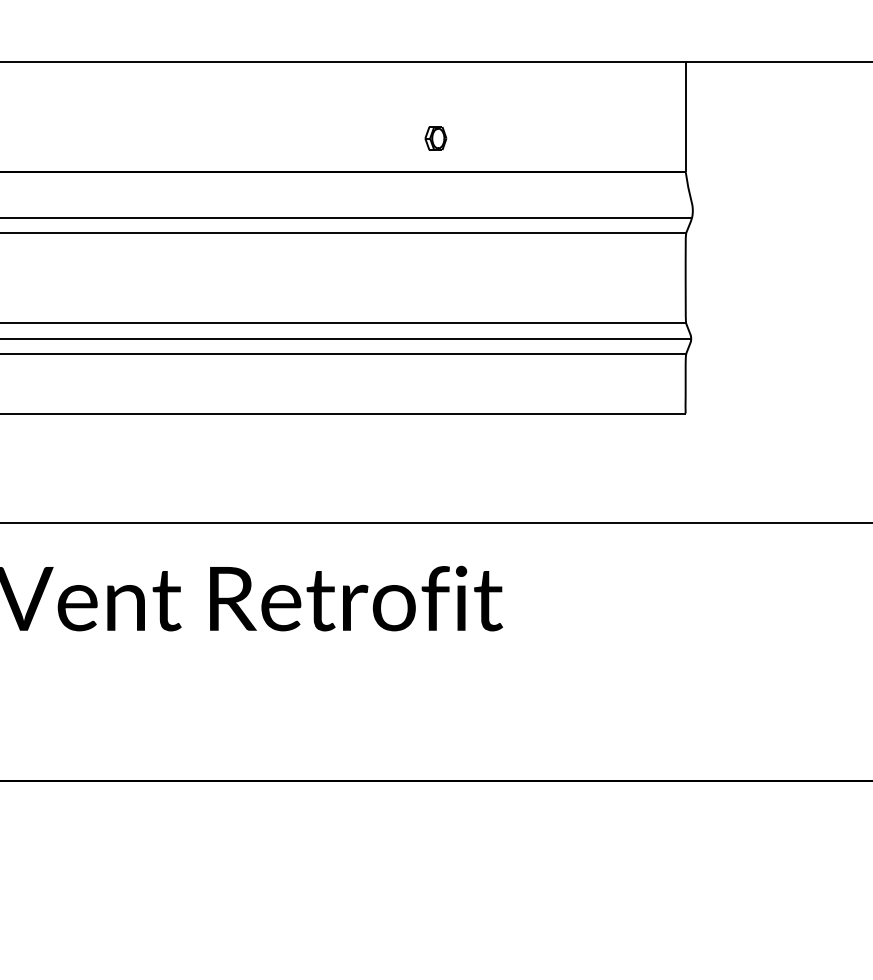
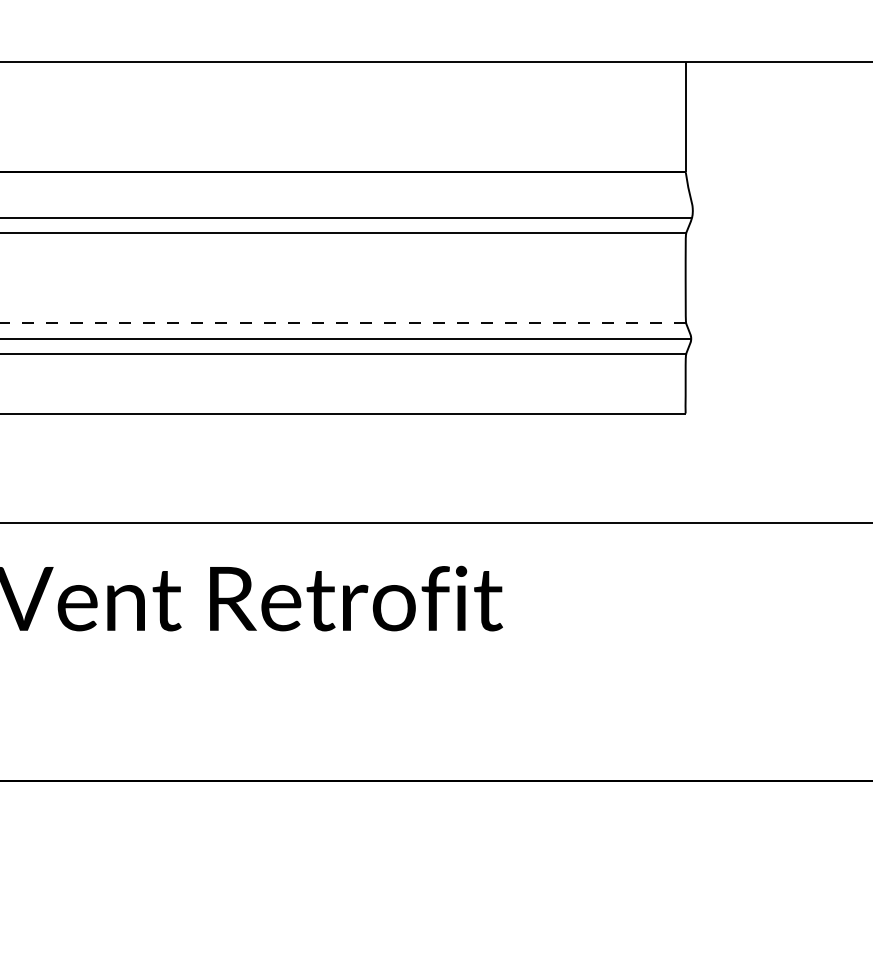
part at (435, 138): present -> none
line at (343, 323): solid -> dashed
